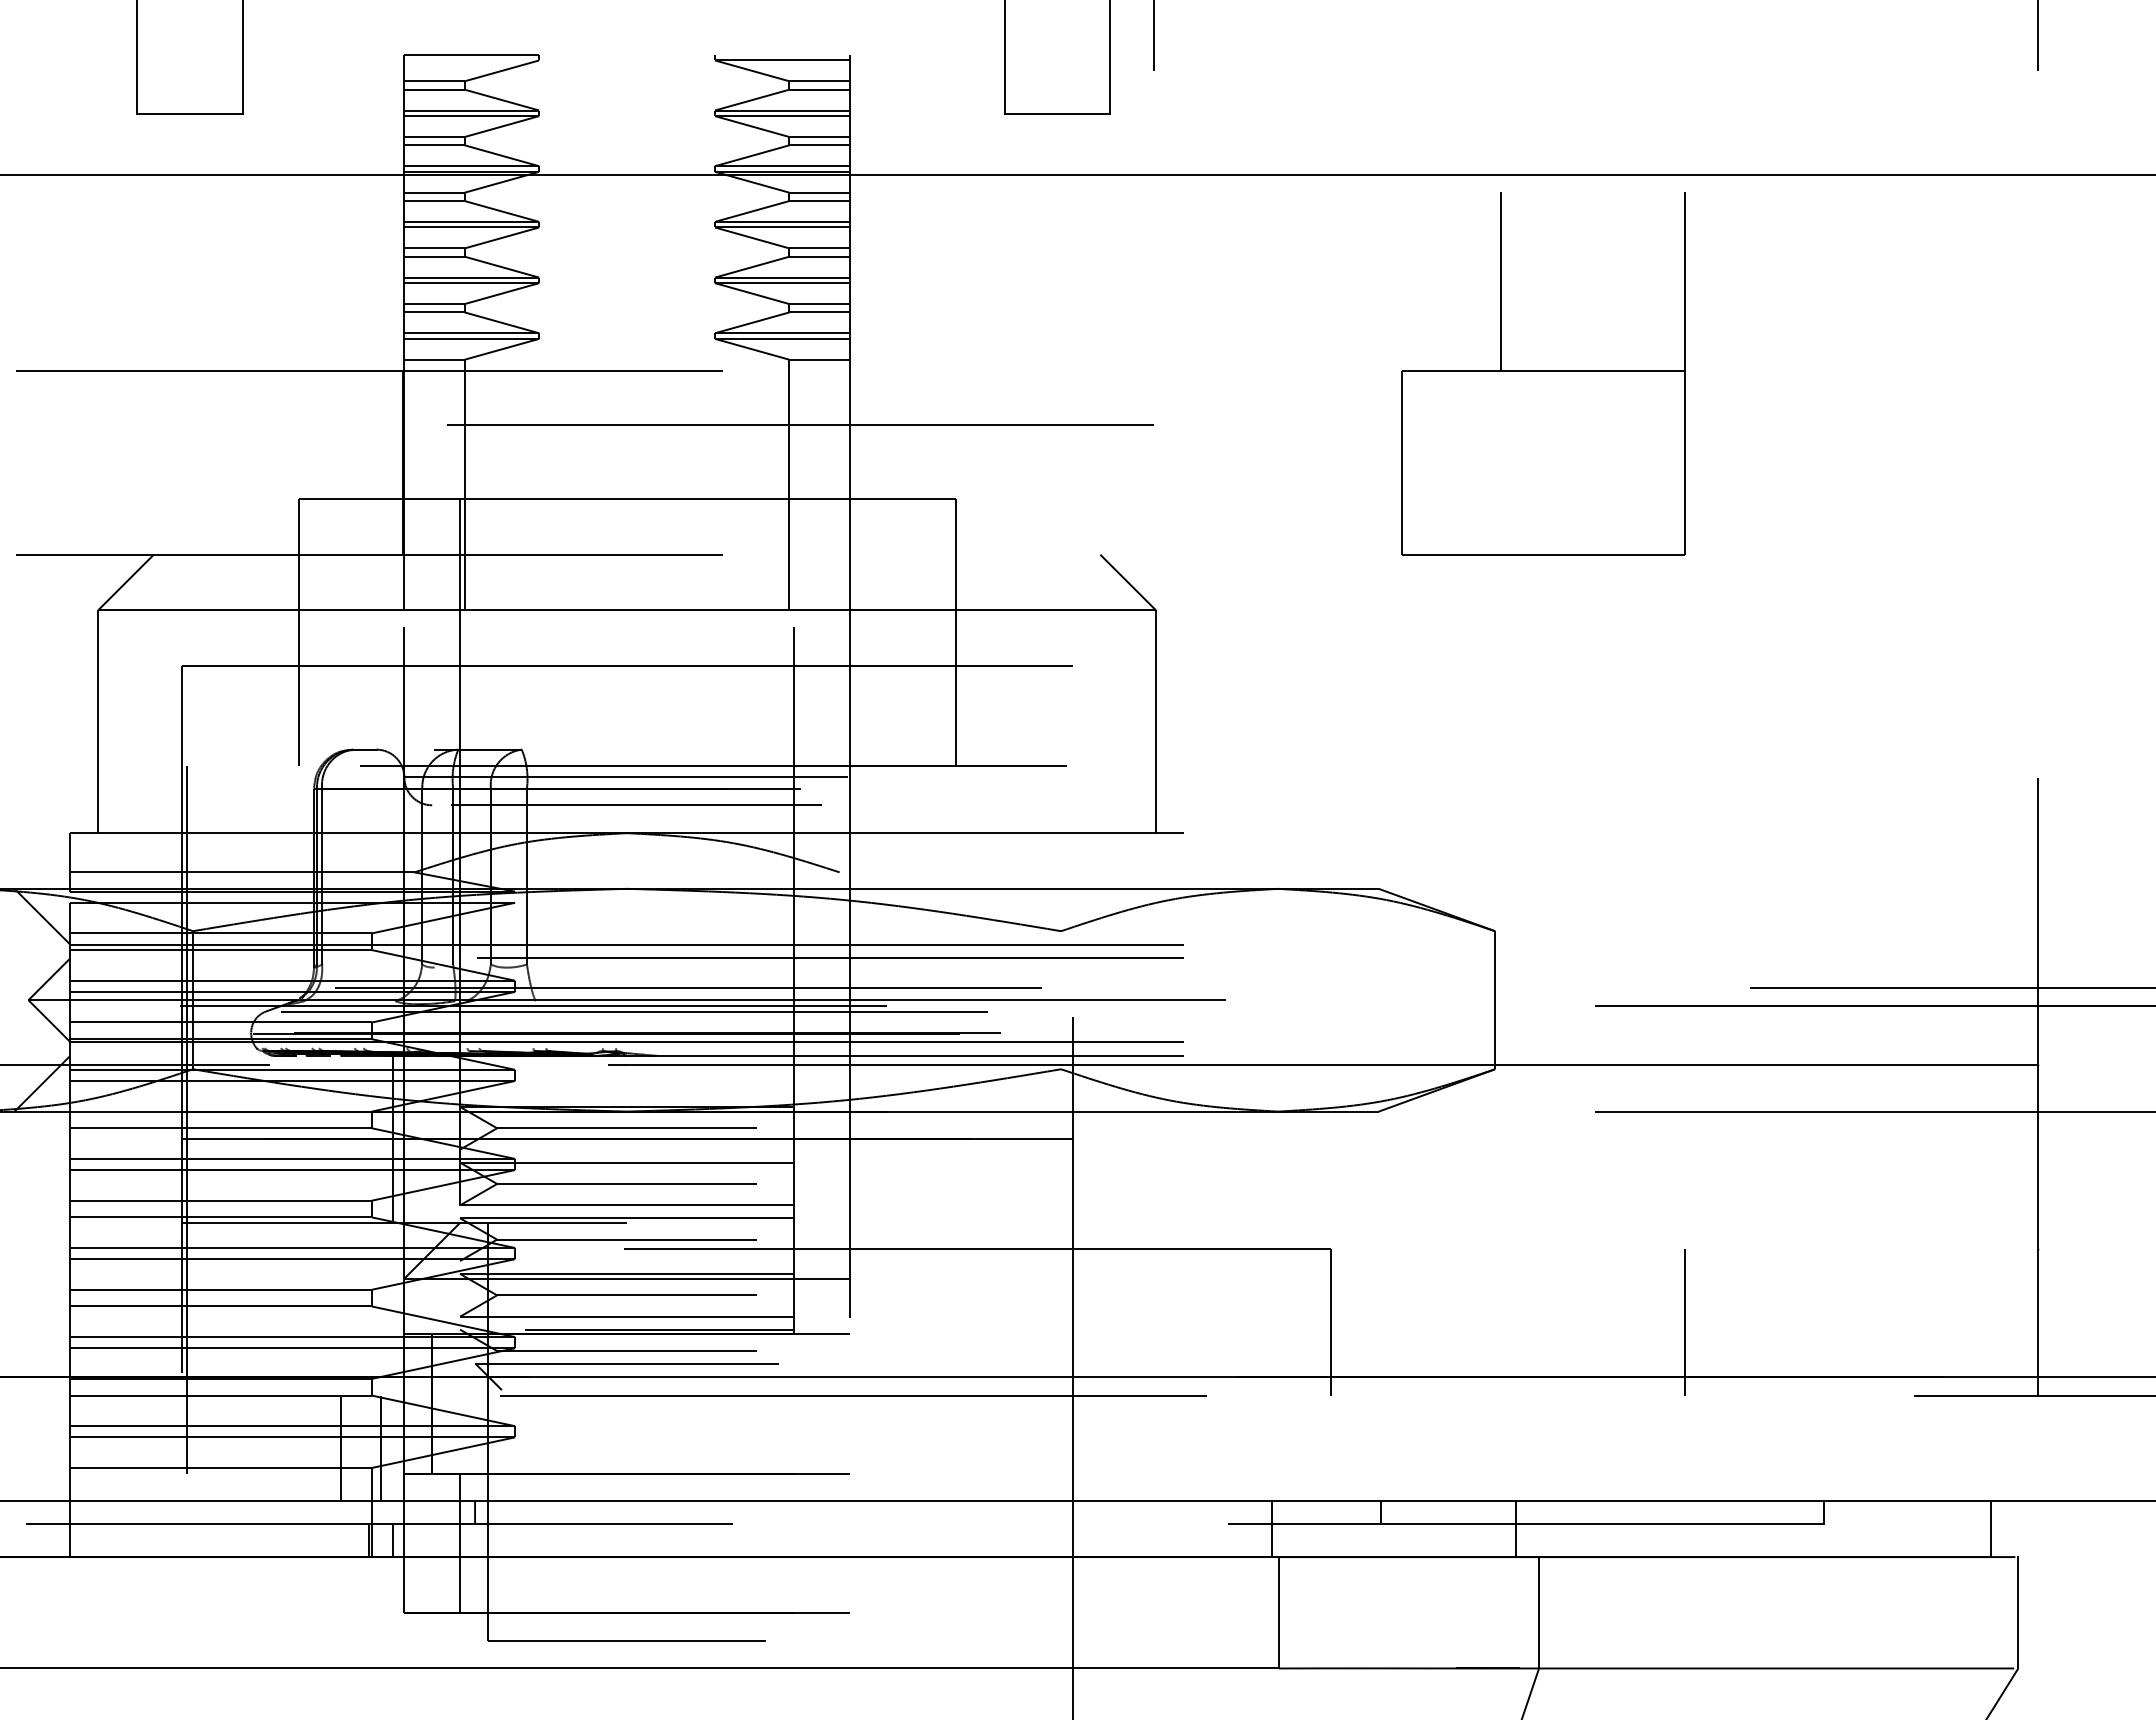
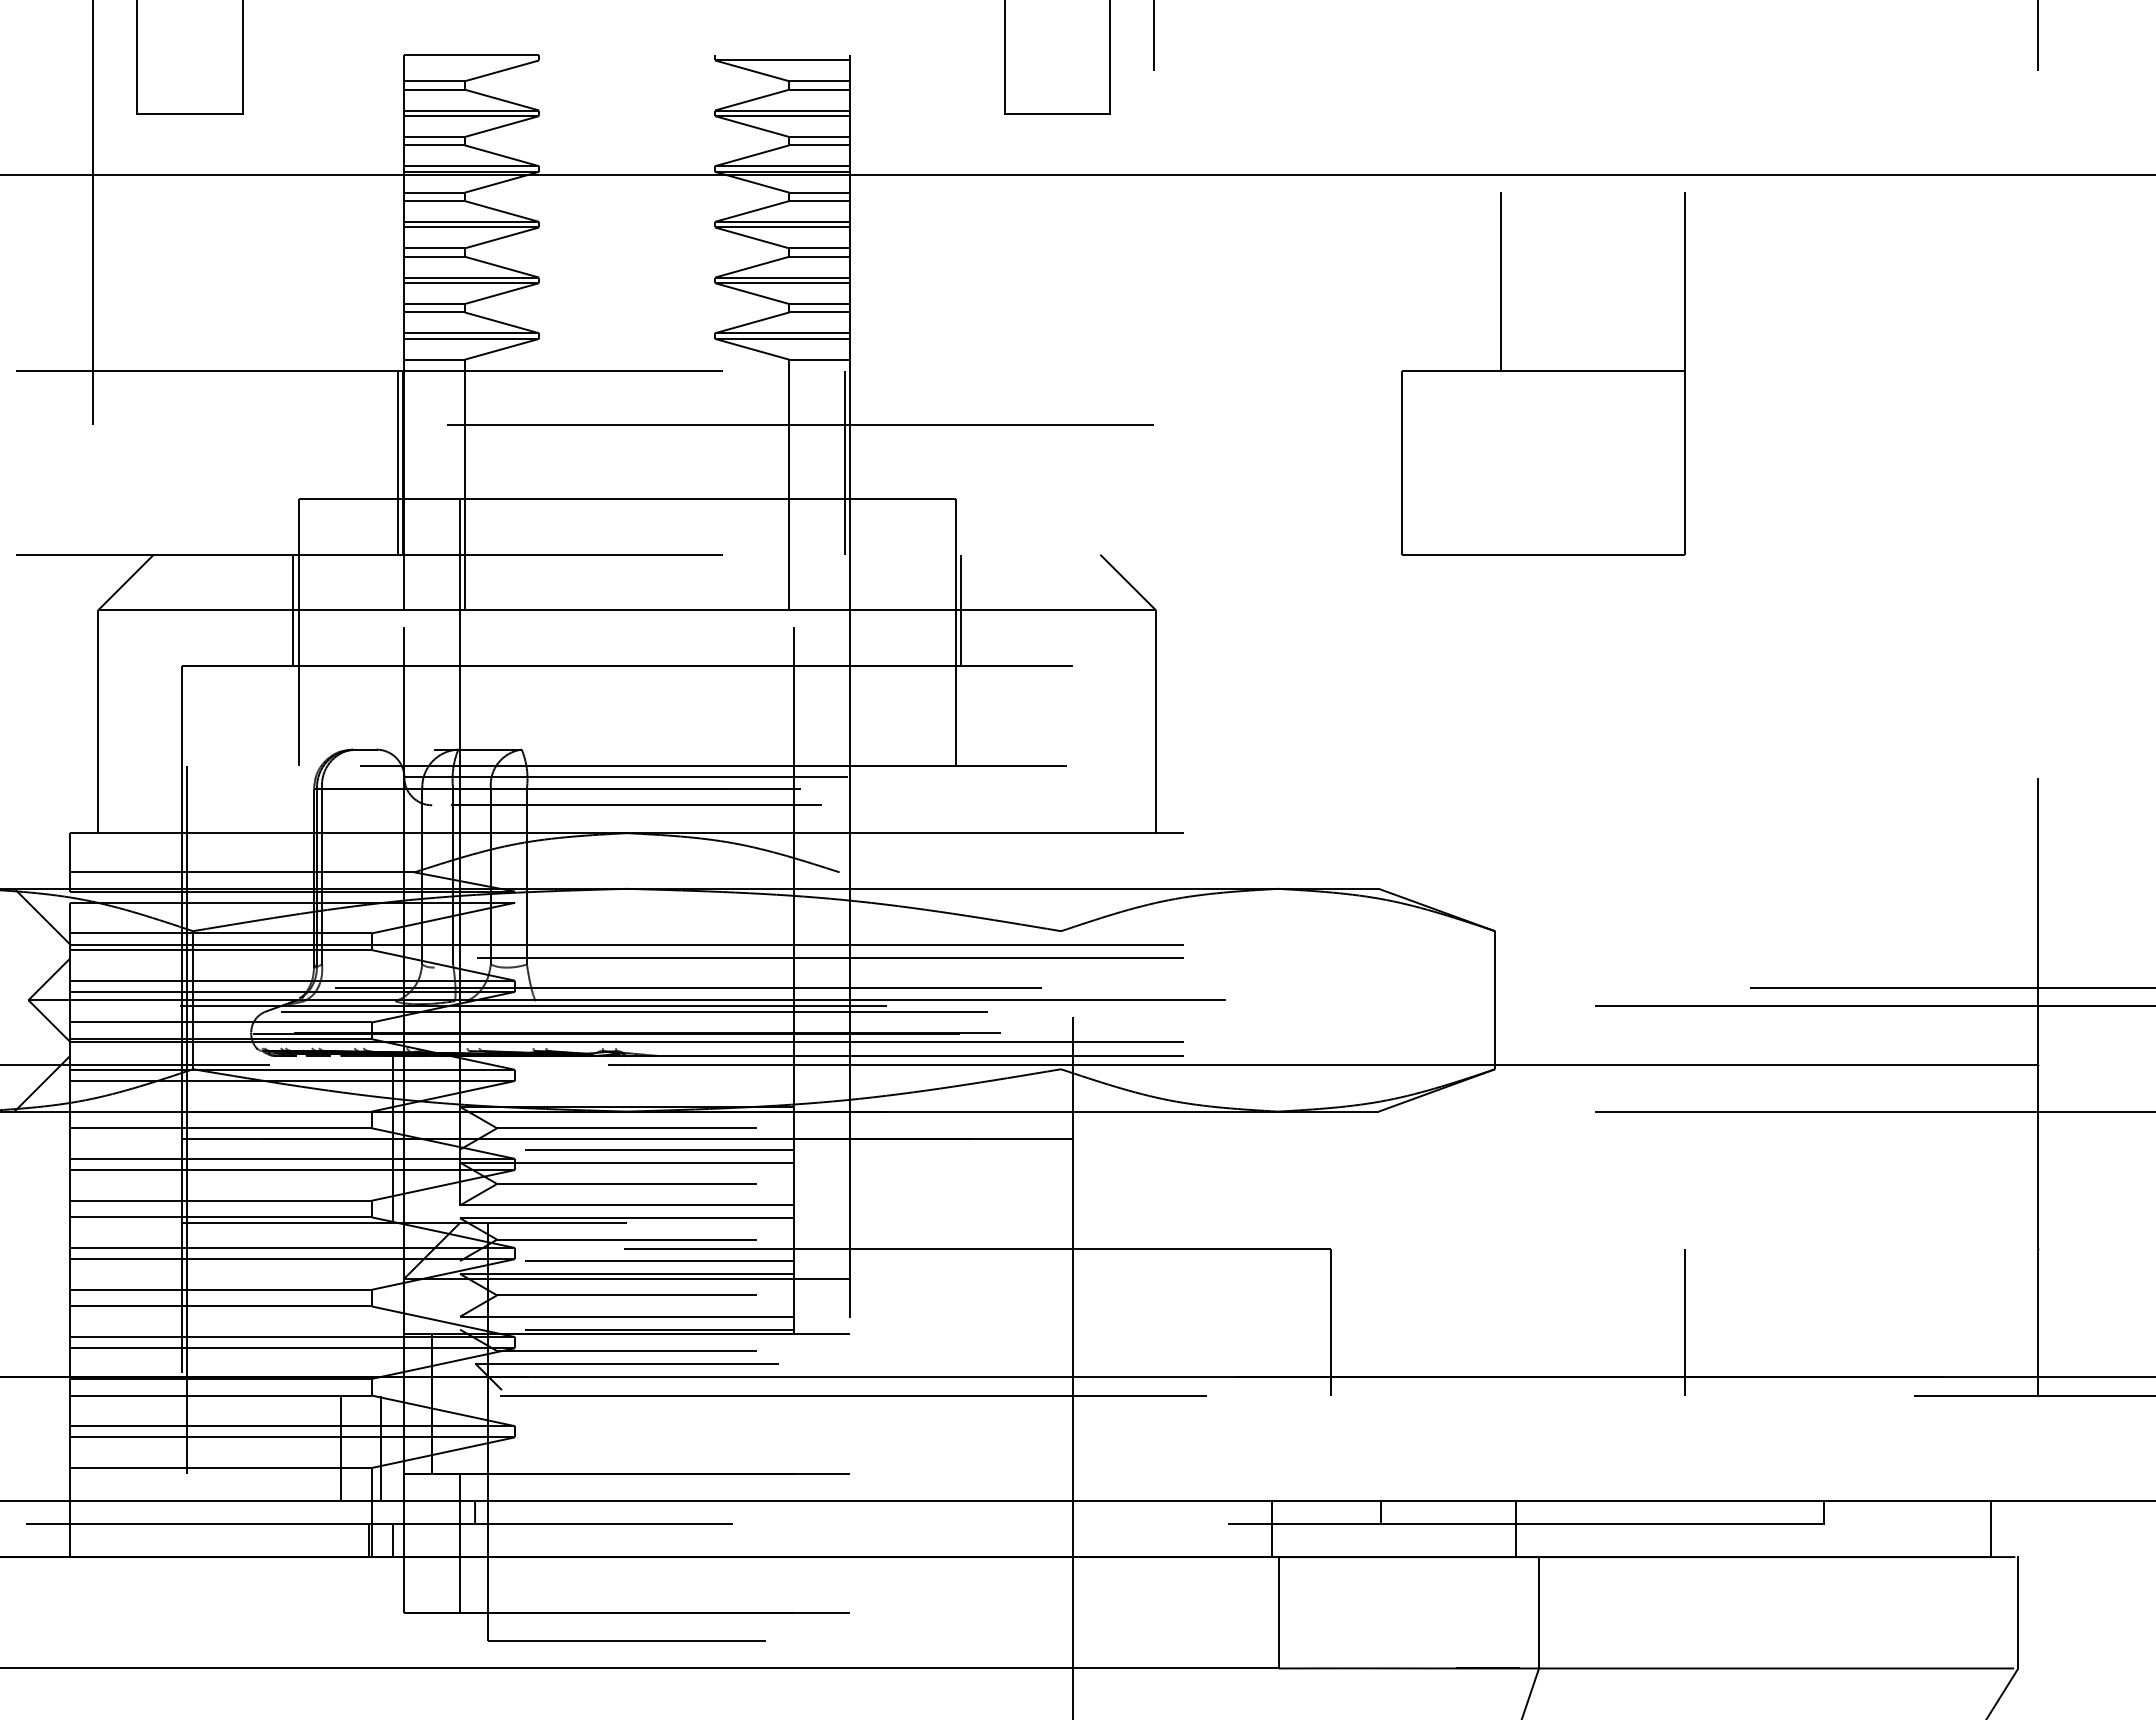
line at (93, 213): none -> present
line at (397, 462): none -> present
line at (844, 462): none -> present
line at (292, 610): none -> present
line at (961, 610): none -> present
line at (659, 1149): none -> present
line at (659, 1261): none -> present
